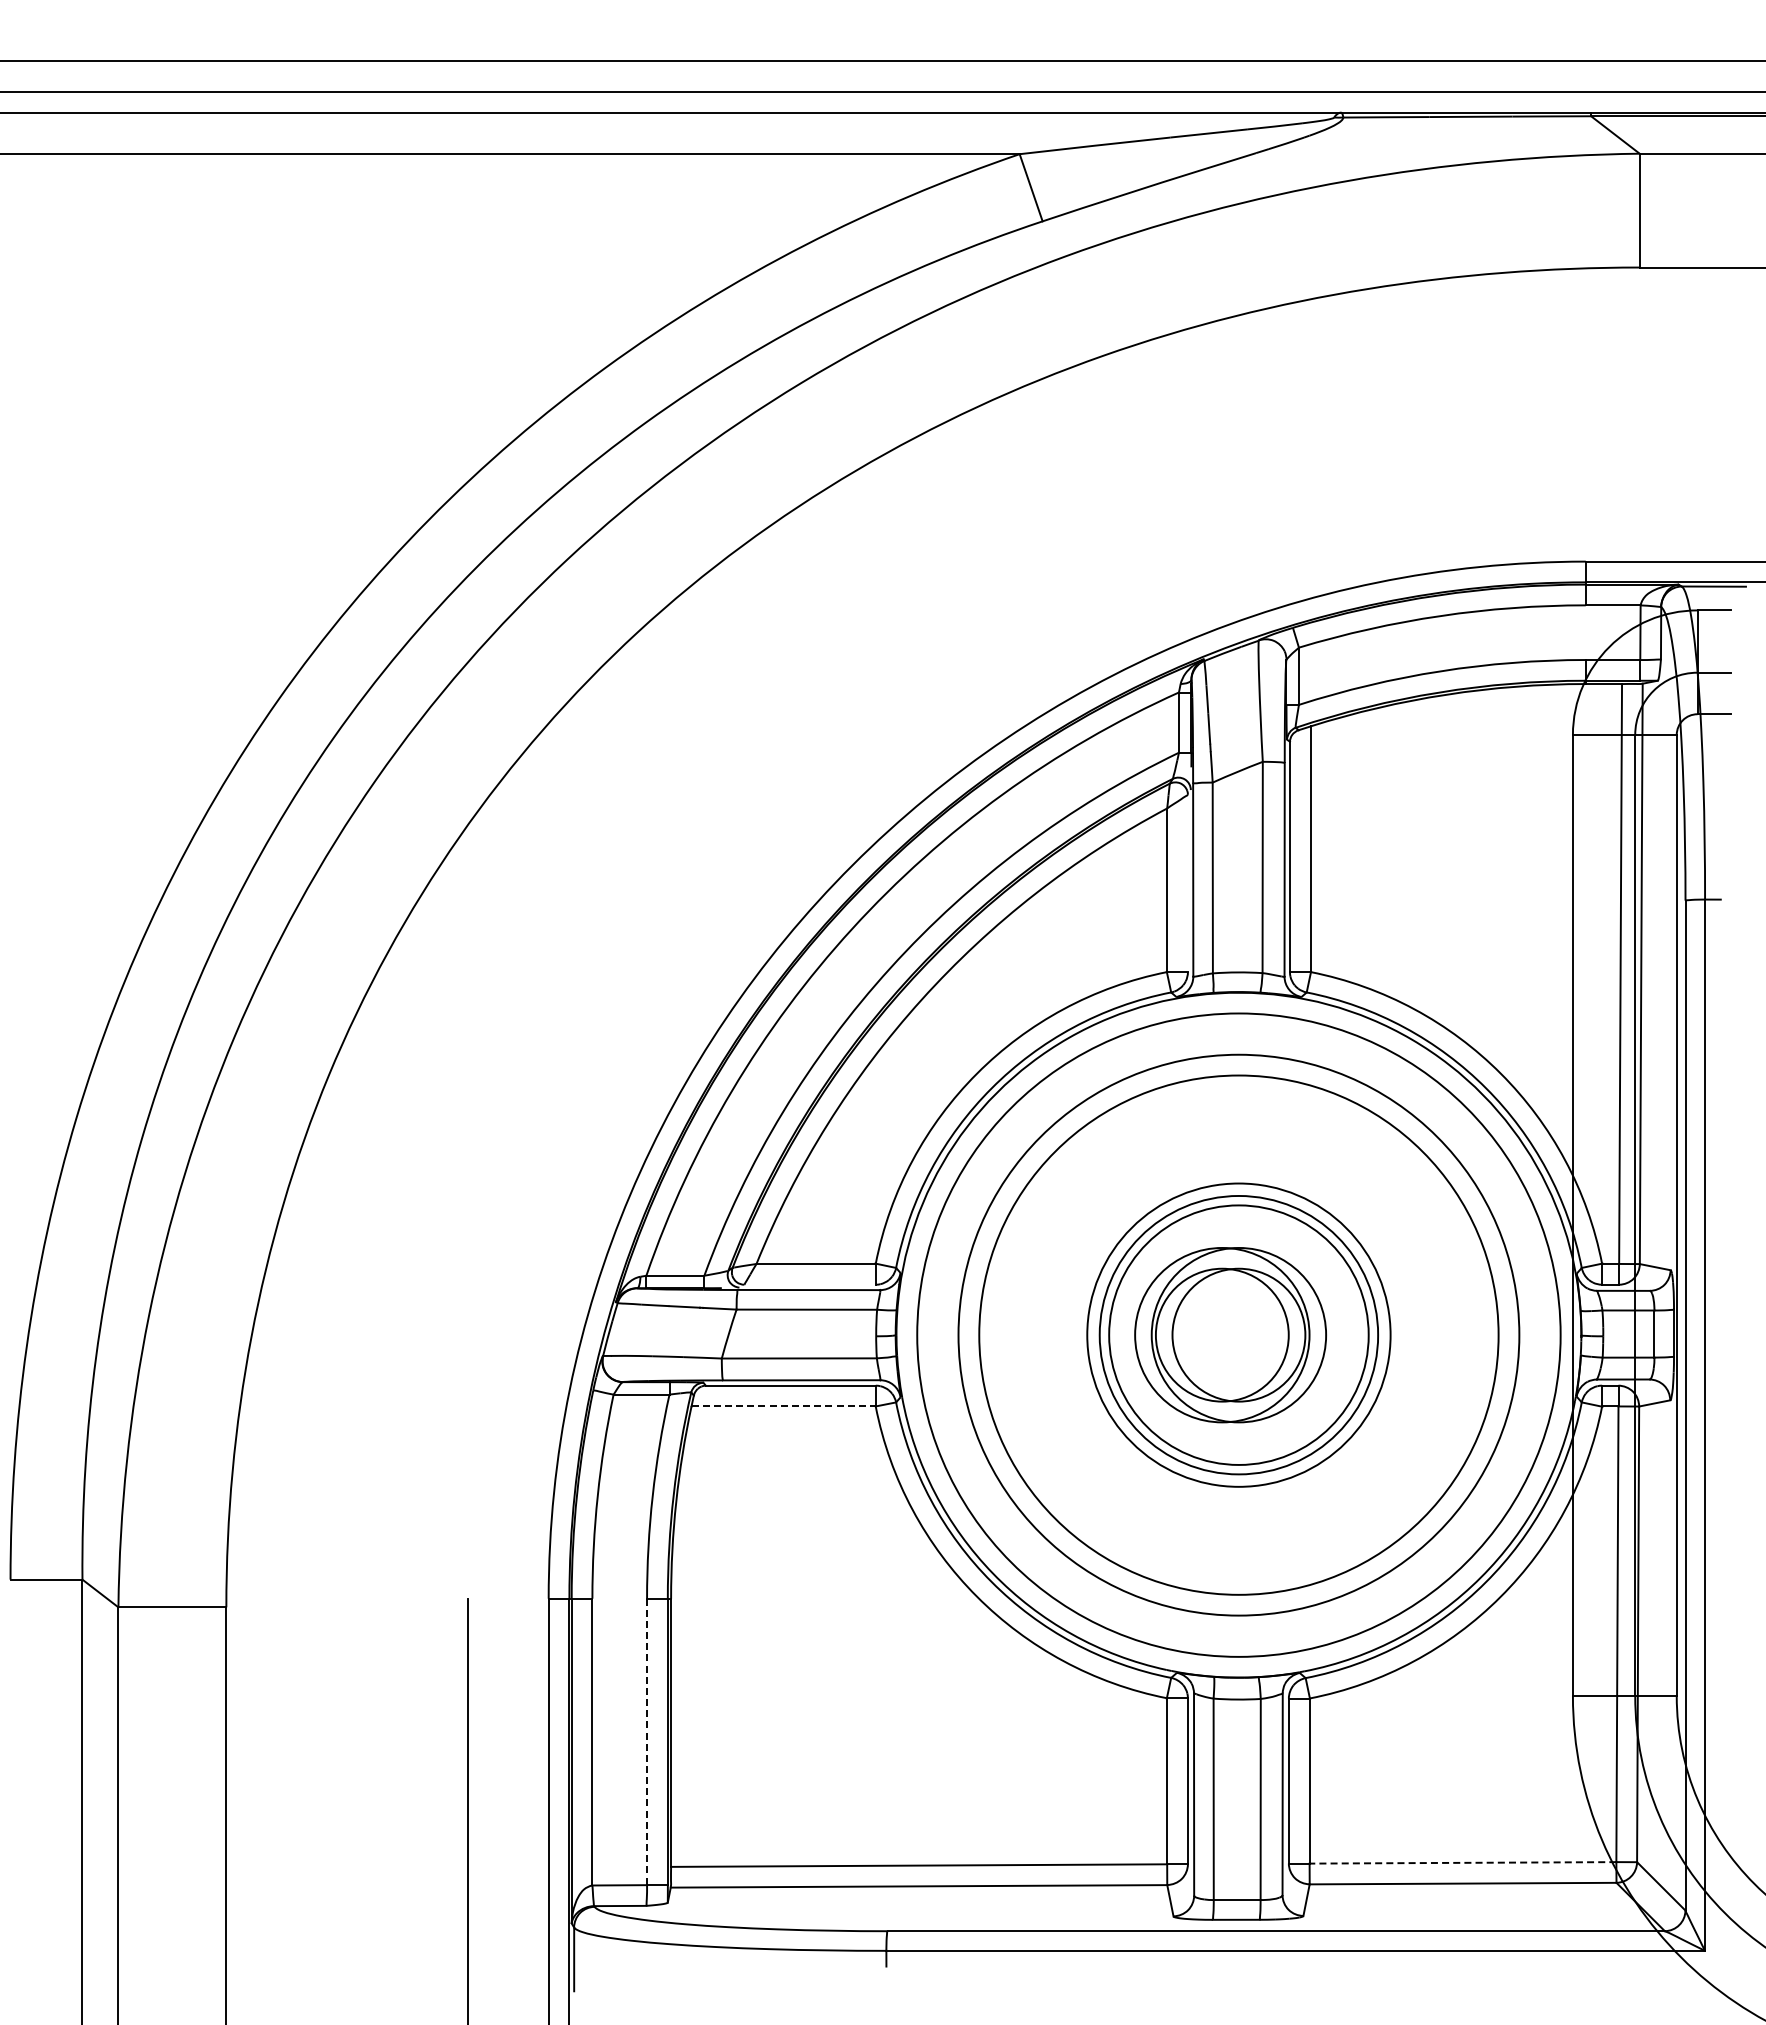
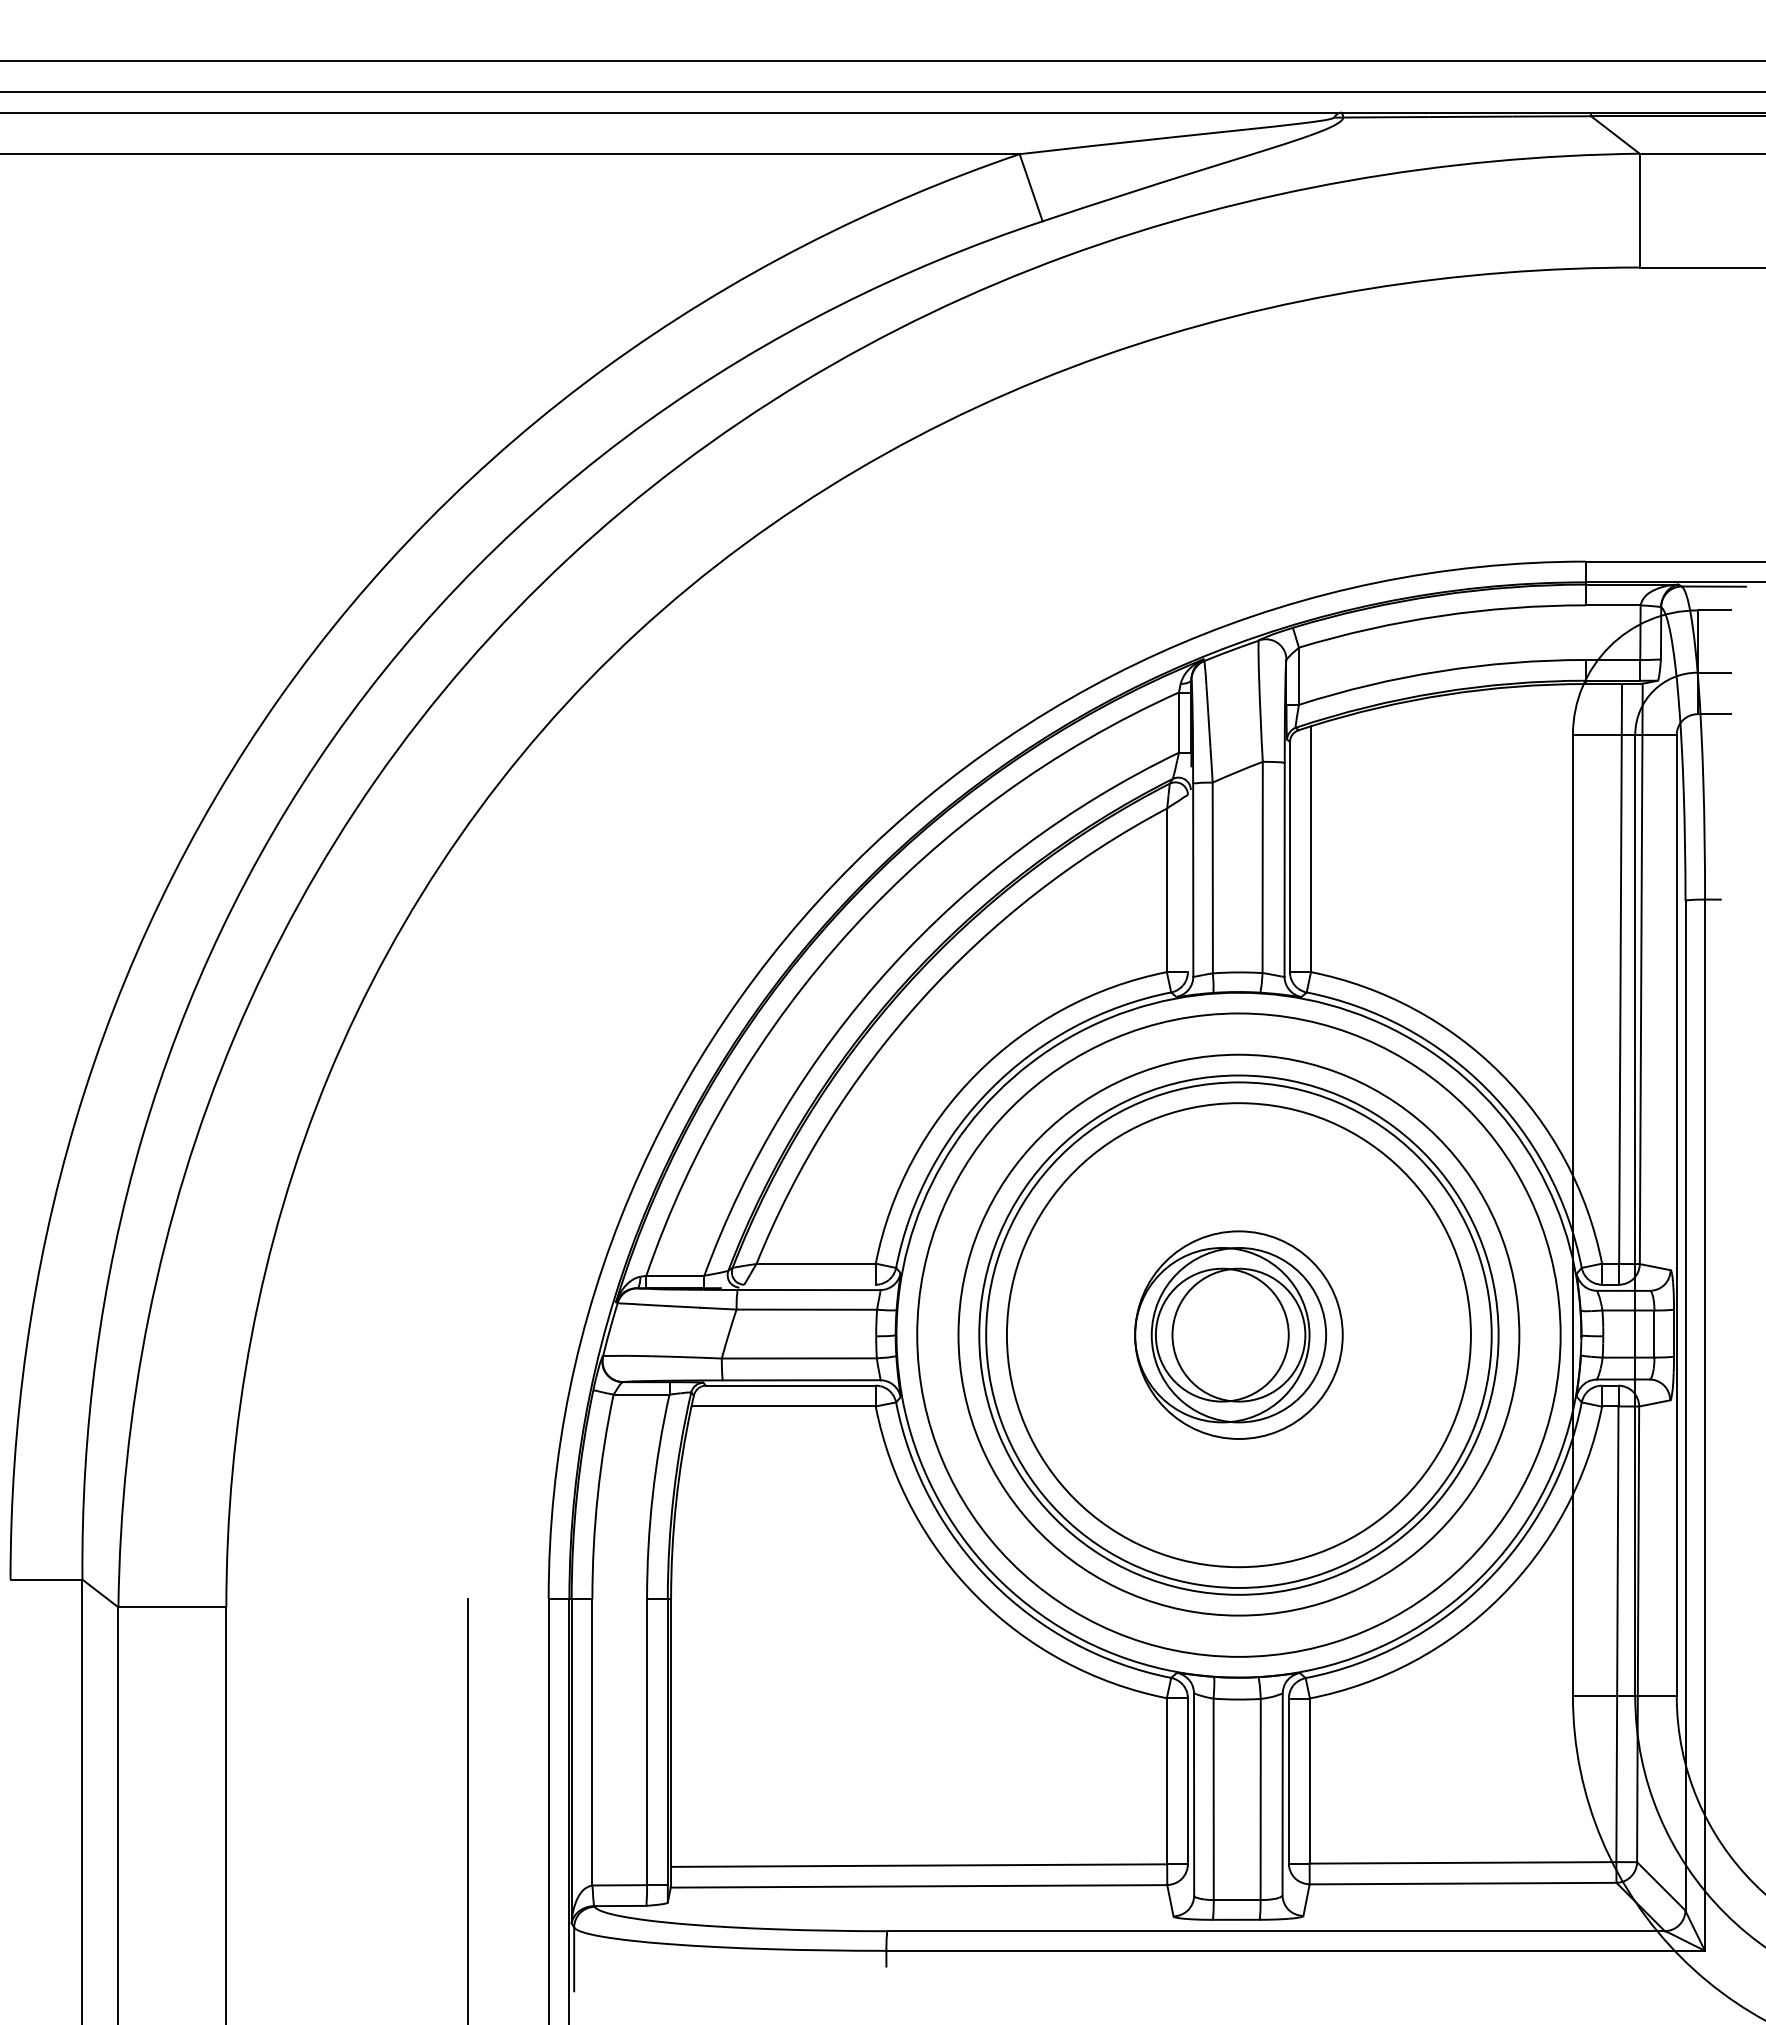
circle at (1238, 1334) diameter: 260 px -> 208 px
circle at (1238, 1334) diameter: 278 px -> 464 px
circle at (1238, 1334) diameter: 303 px -> 506 px
line at (784, 1406): dashed -> solid
line at (647, 1742): dashed -> solid
line at (1462, 1862): dashed -> solid
